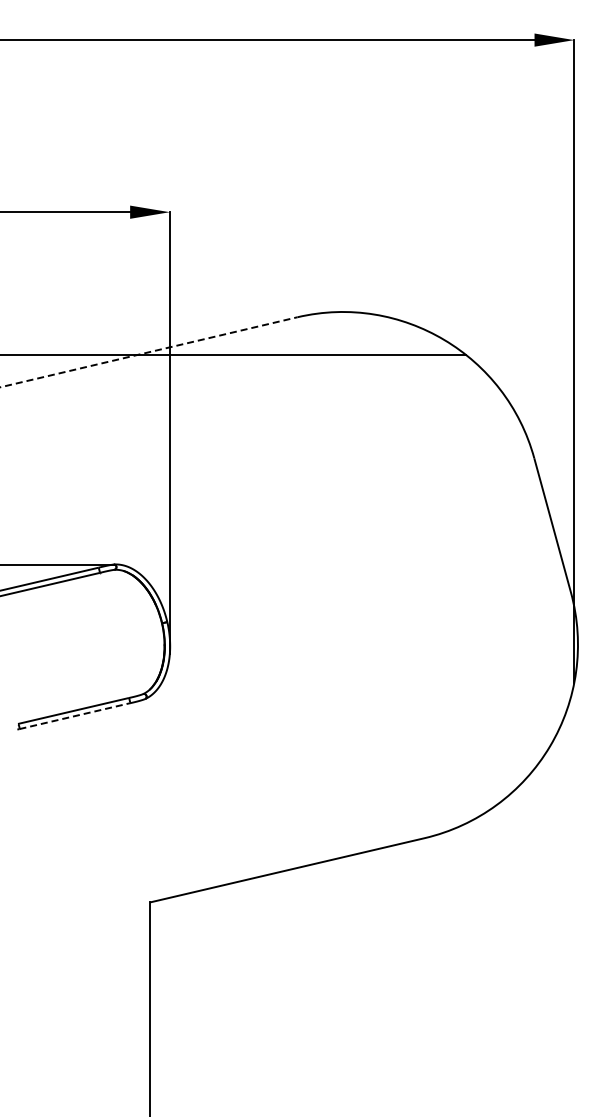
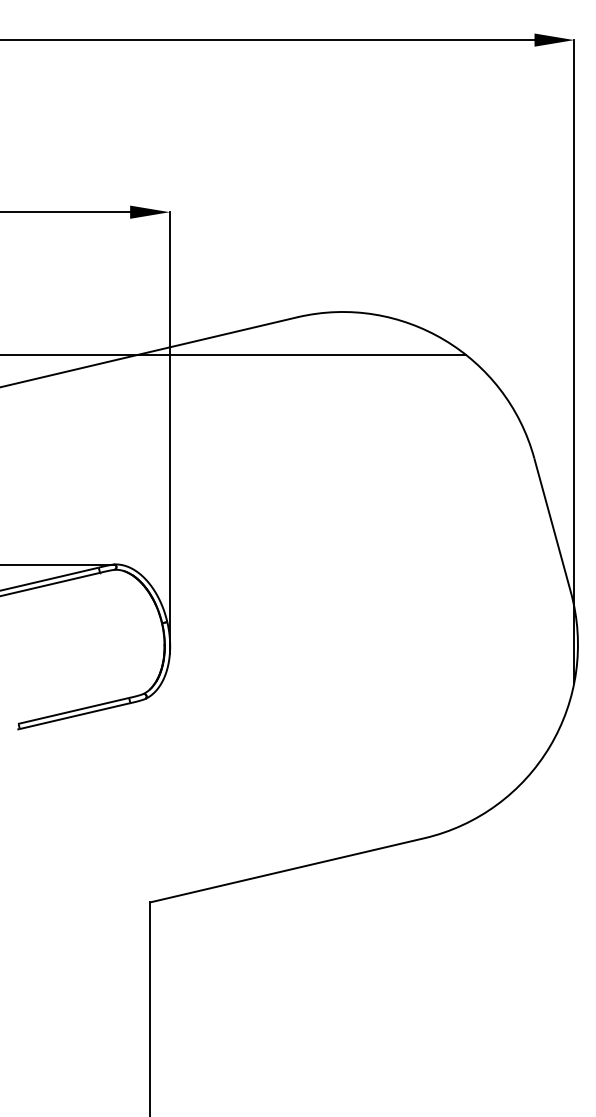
line at (148, 352): dashed -> solid
line at (74, 716): dashed -> solid
